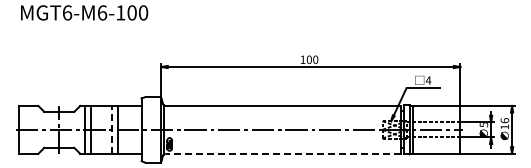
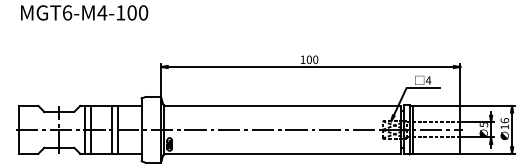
text at (102, 12): MGT6-M6-100 -> MGT6-M4-100
line at (111, 129): dashed -> solid
line at (282, 153): dashed -> solid
